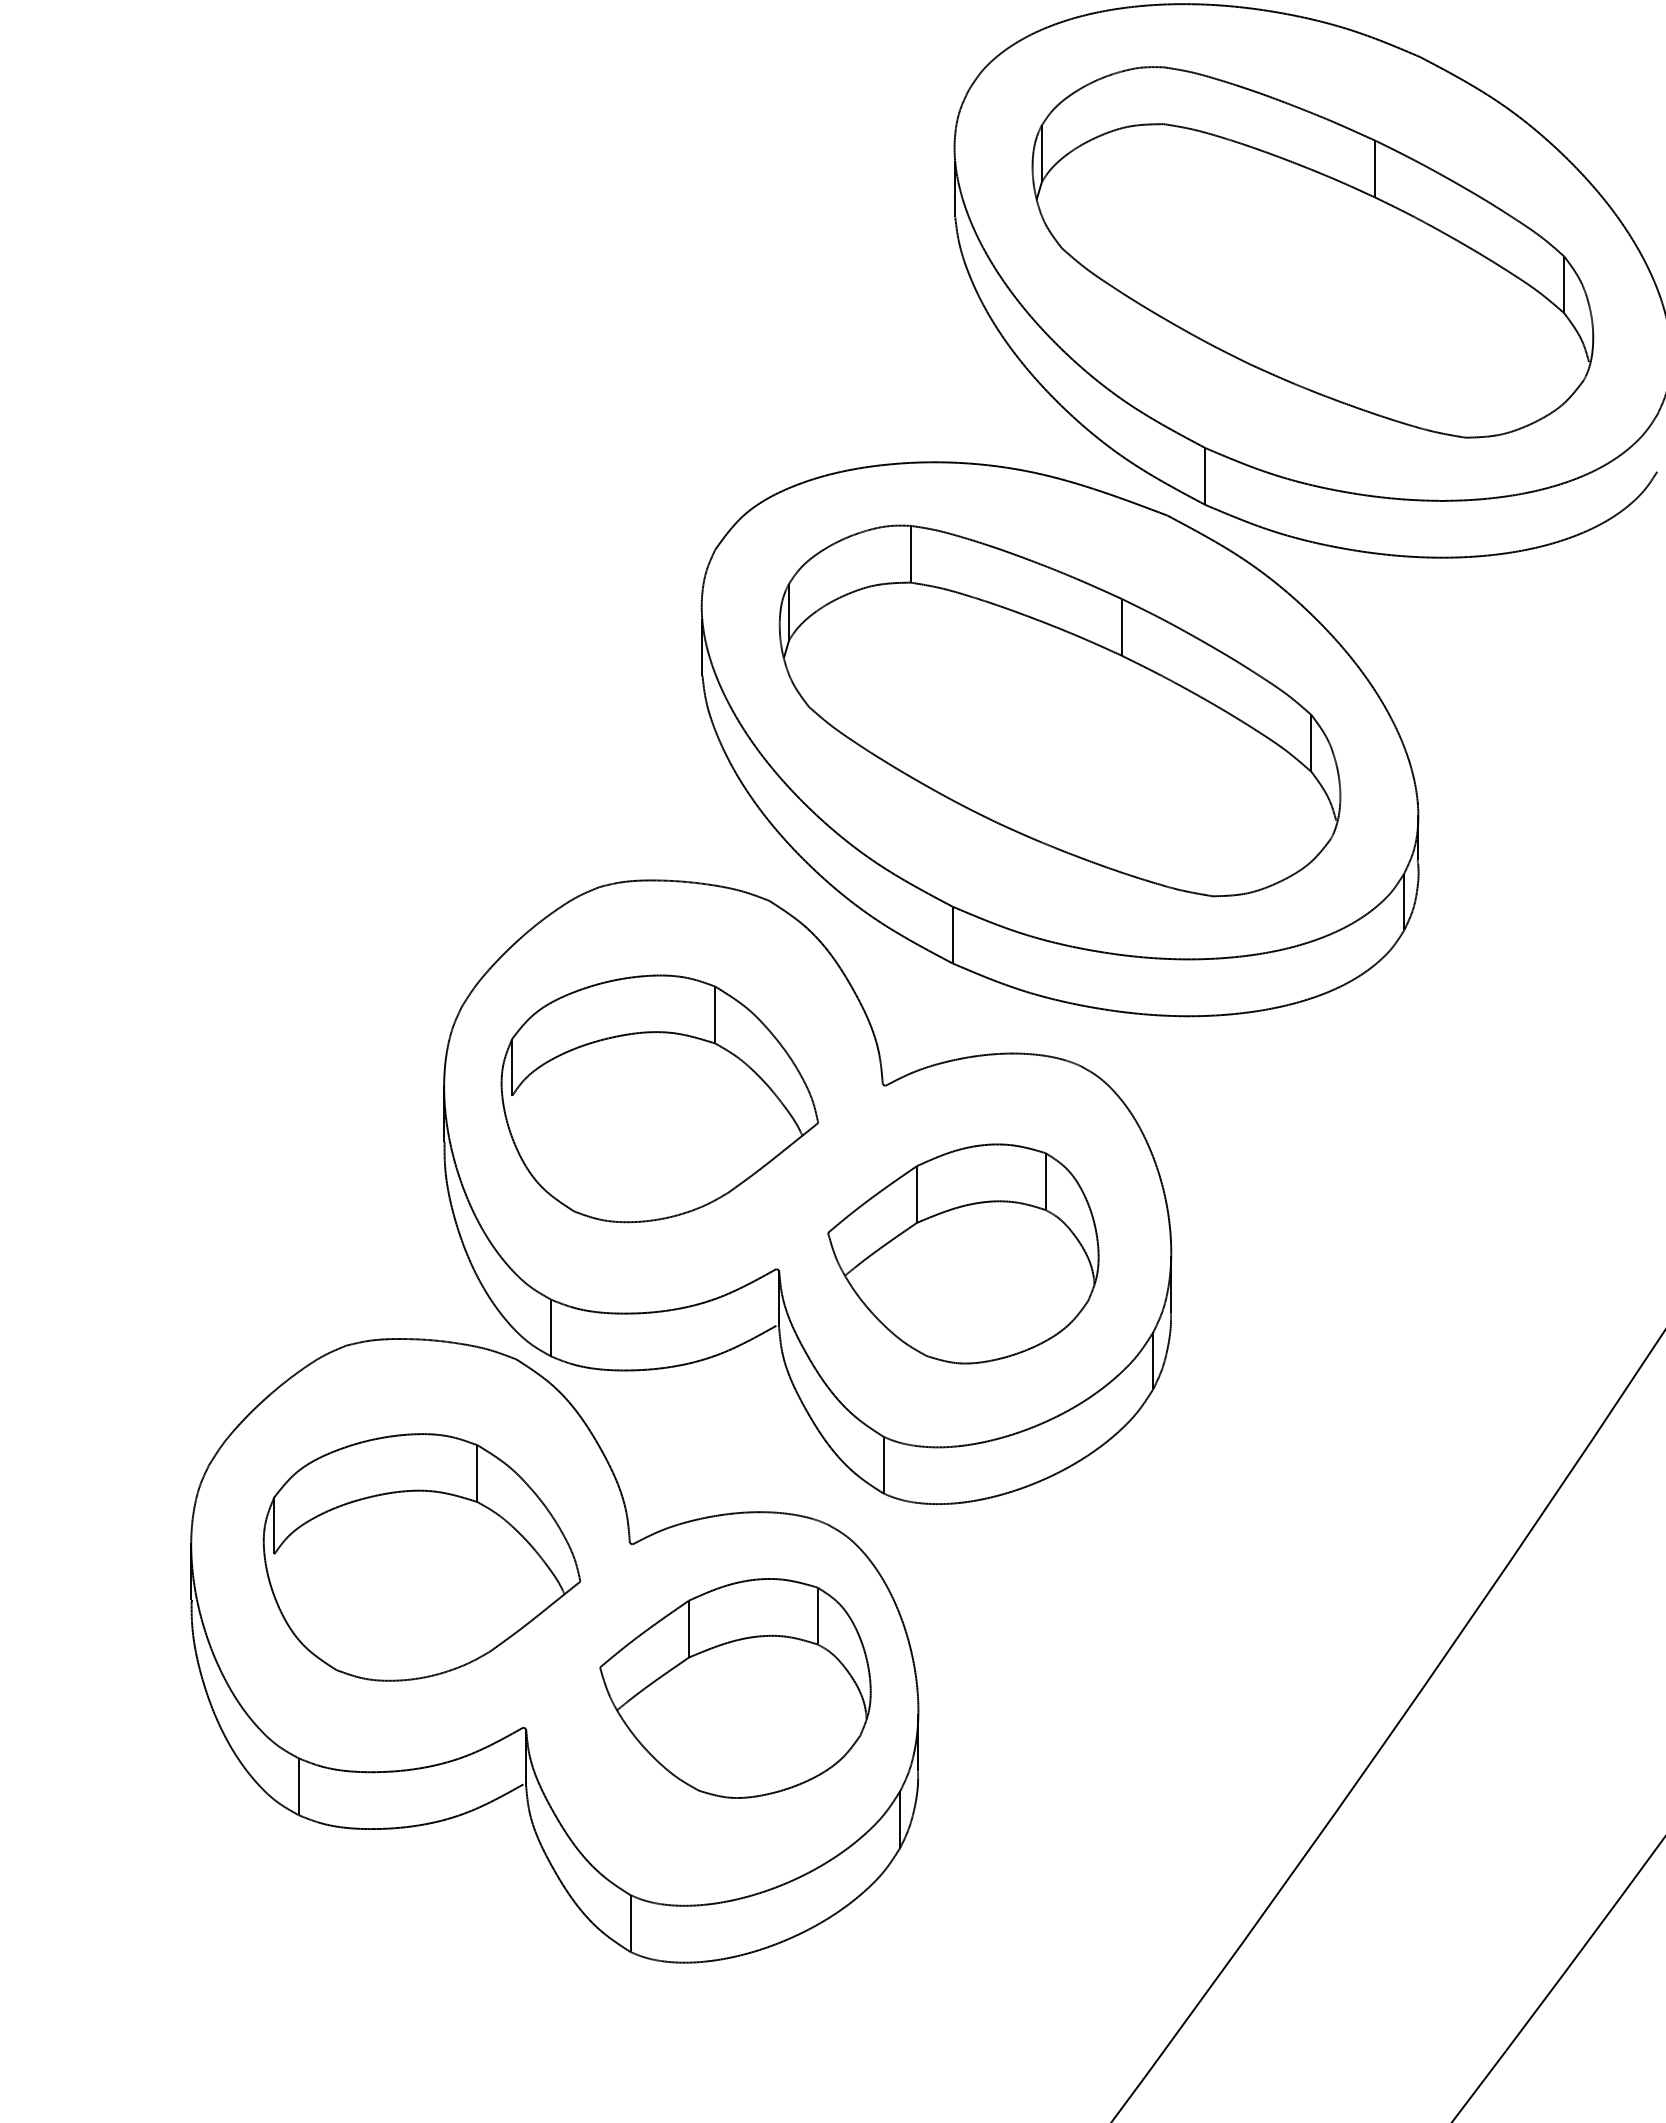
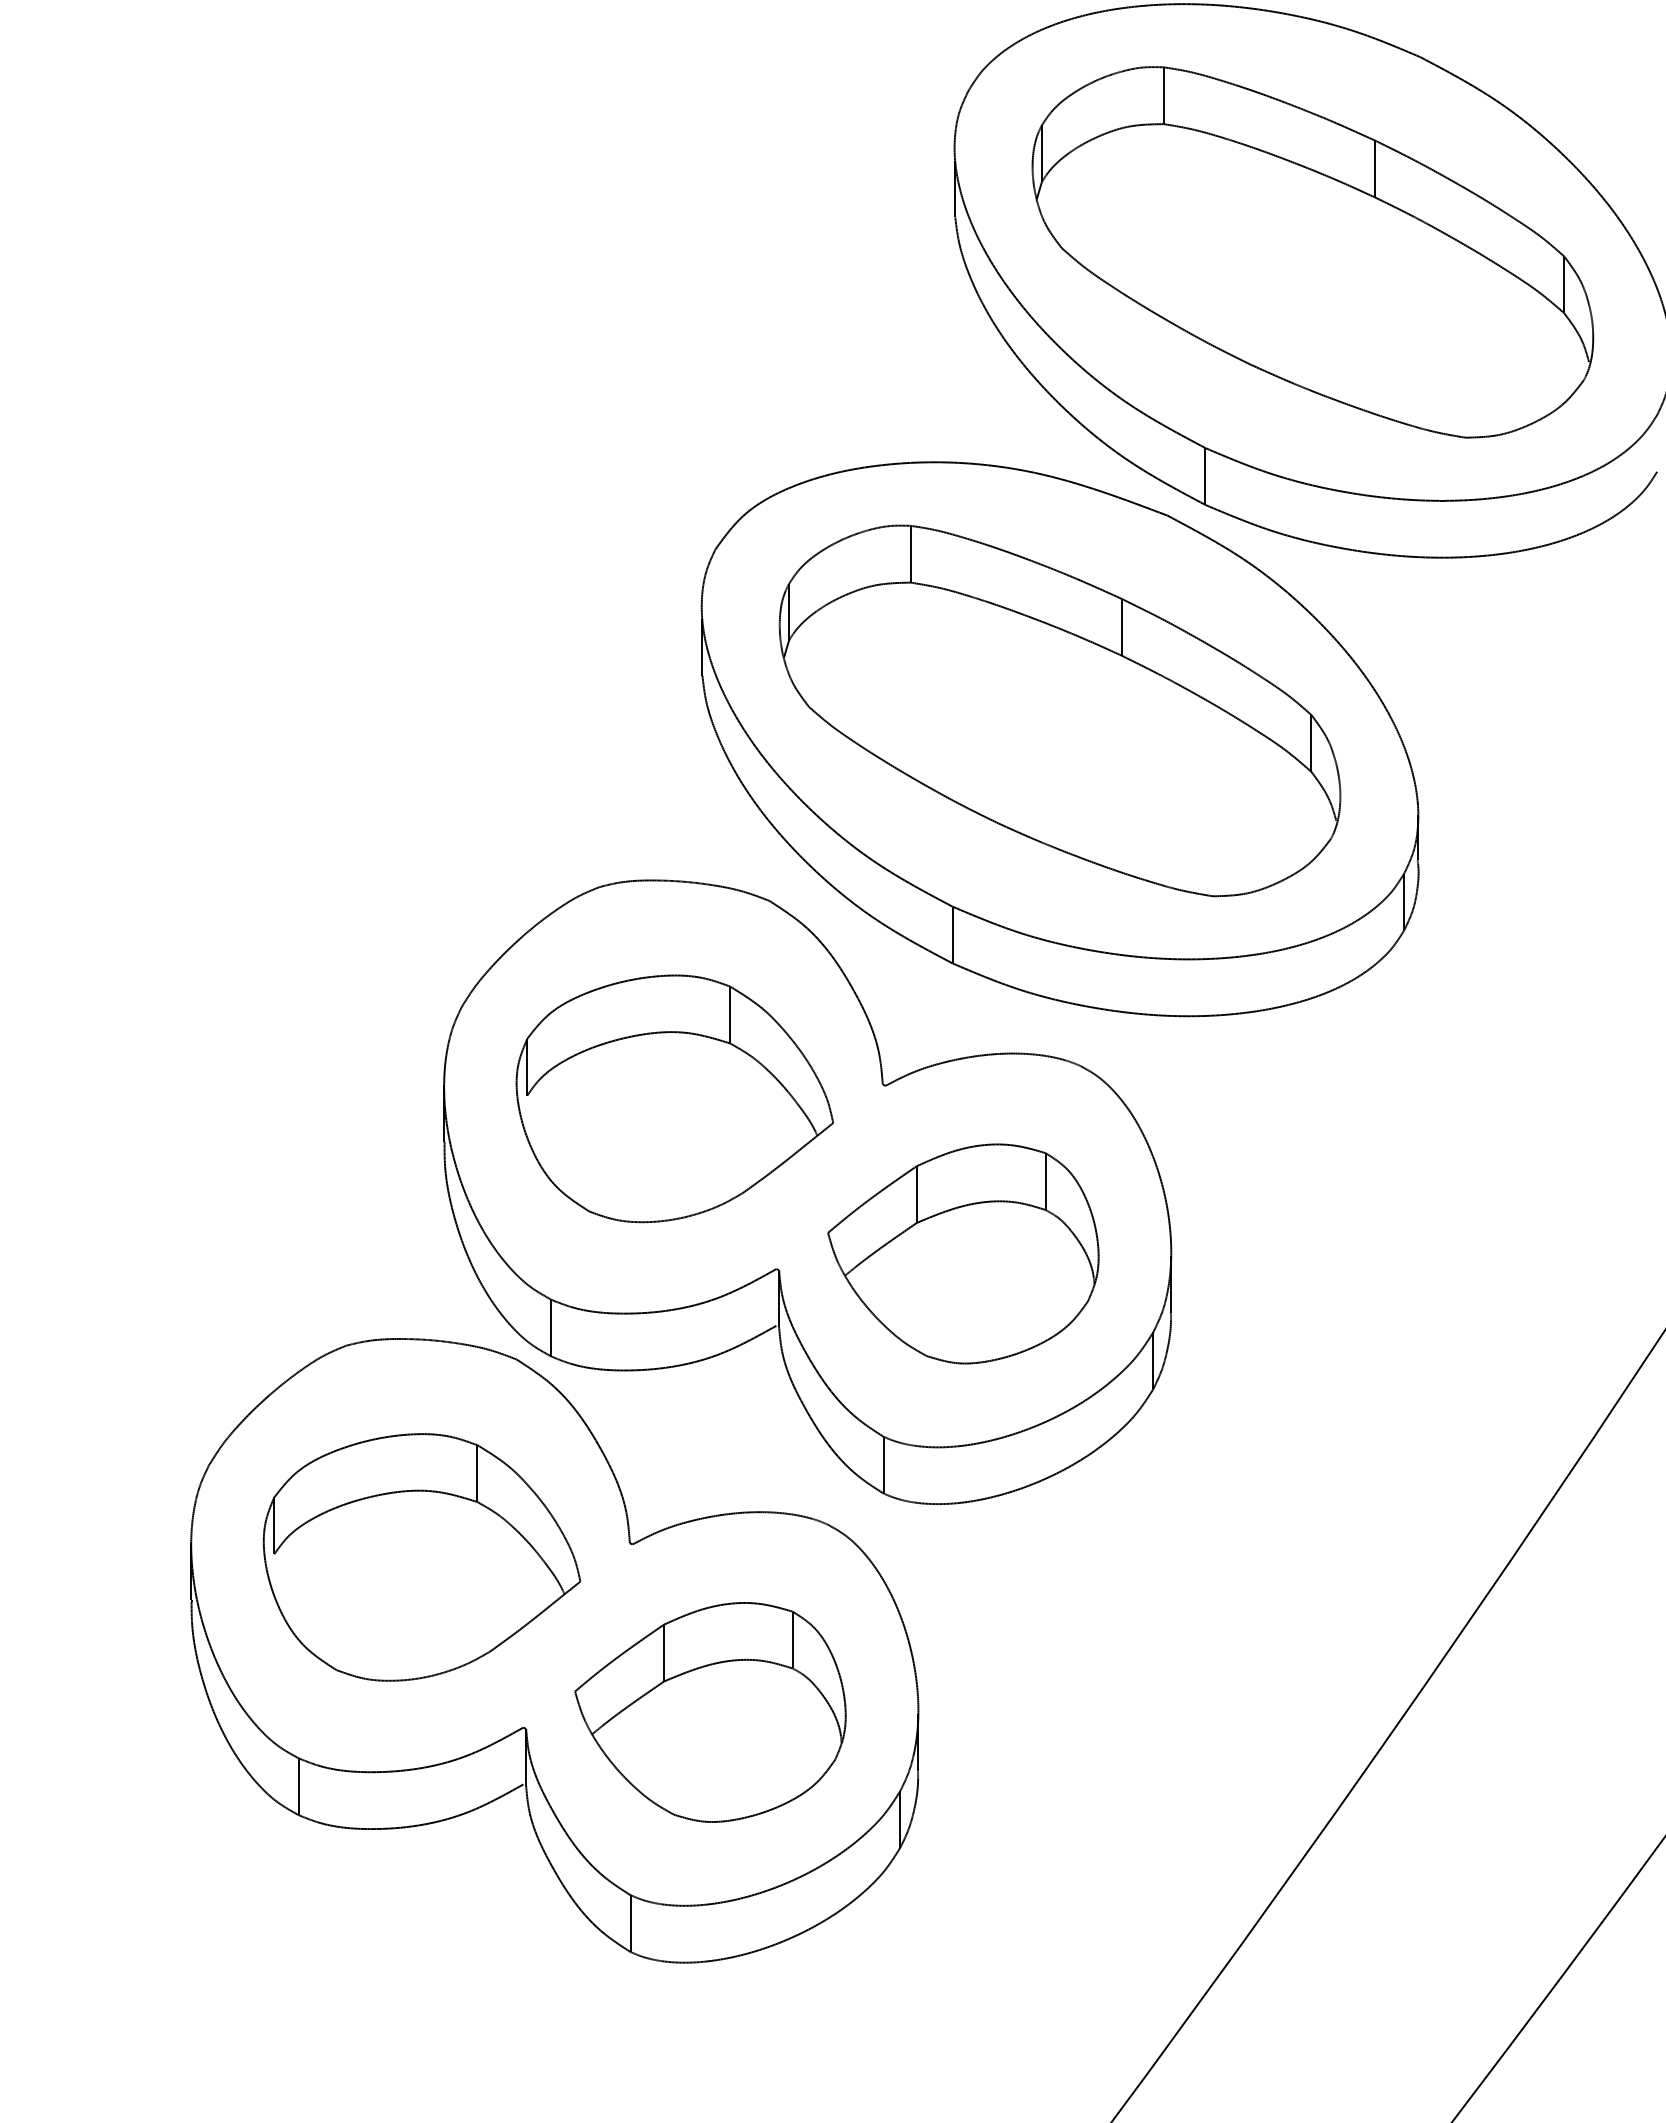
line at (1163, 95): none -> present
part at (659, 1098) position: (659, 1098) -> (674, 1098)
part at (735, 1688) position: (735, 1688) -> (710, 1712)
